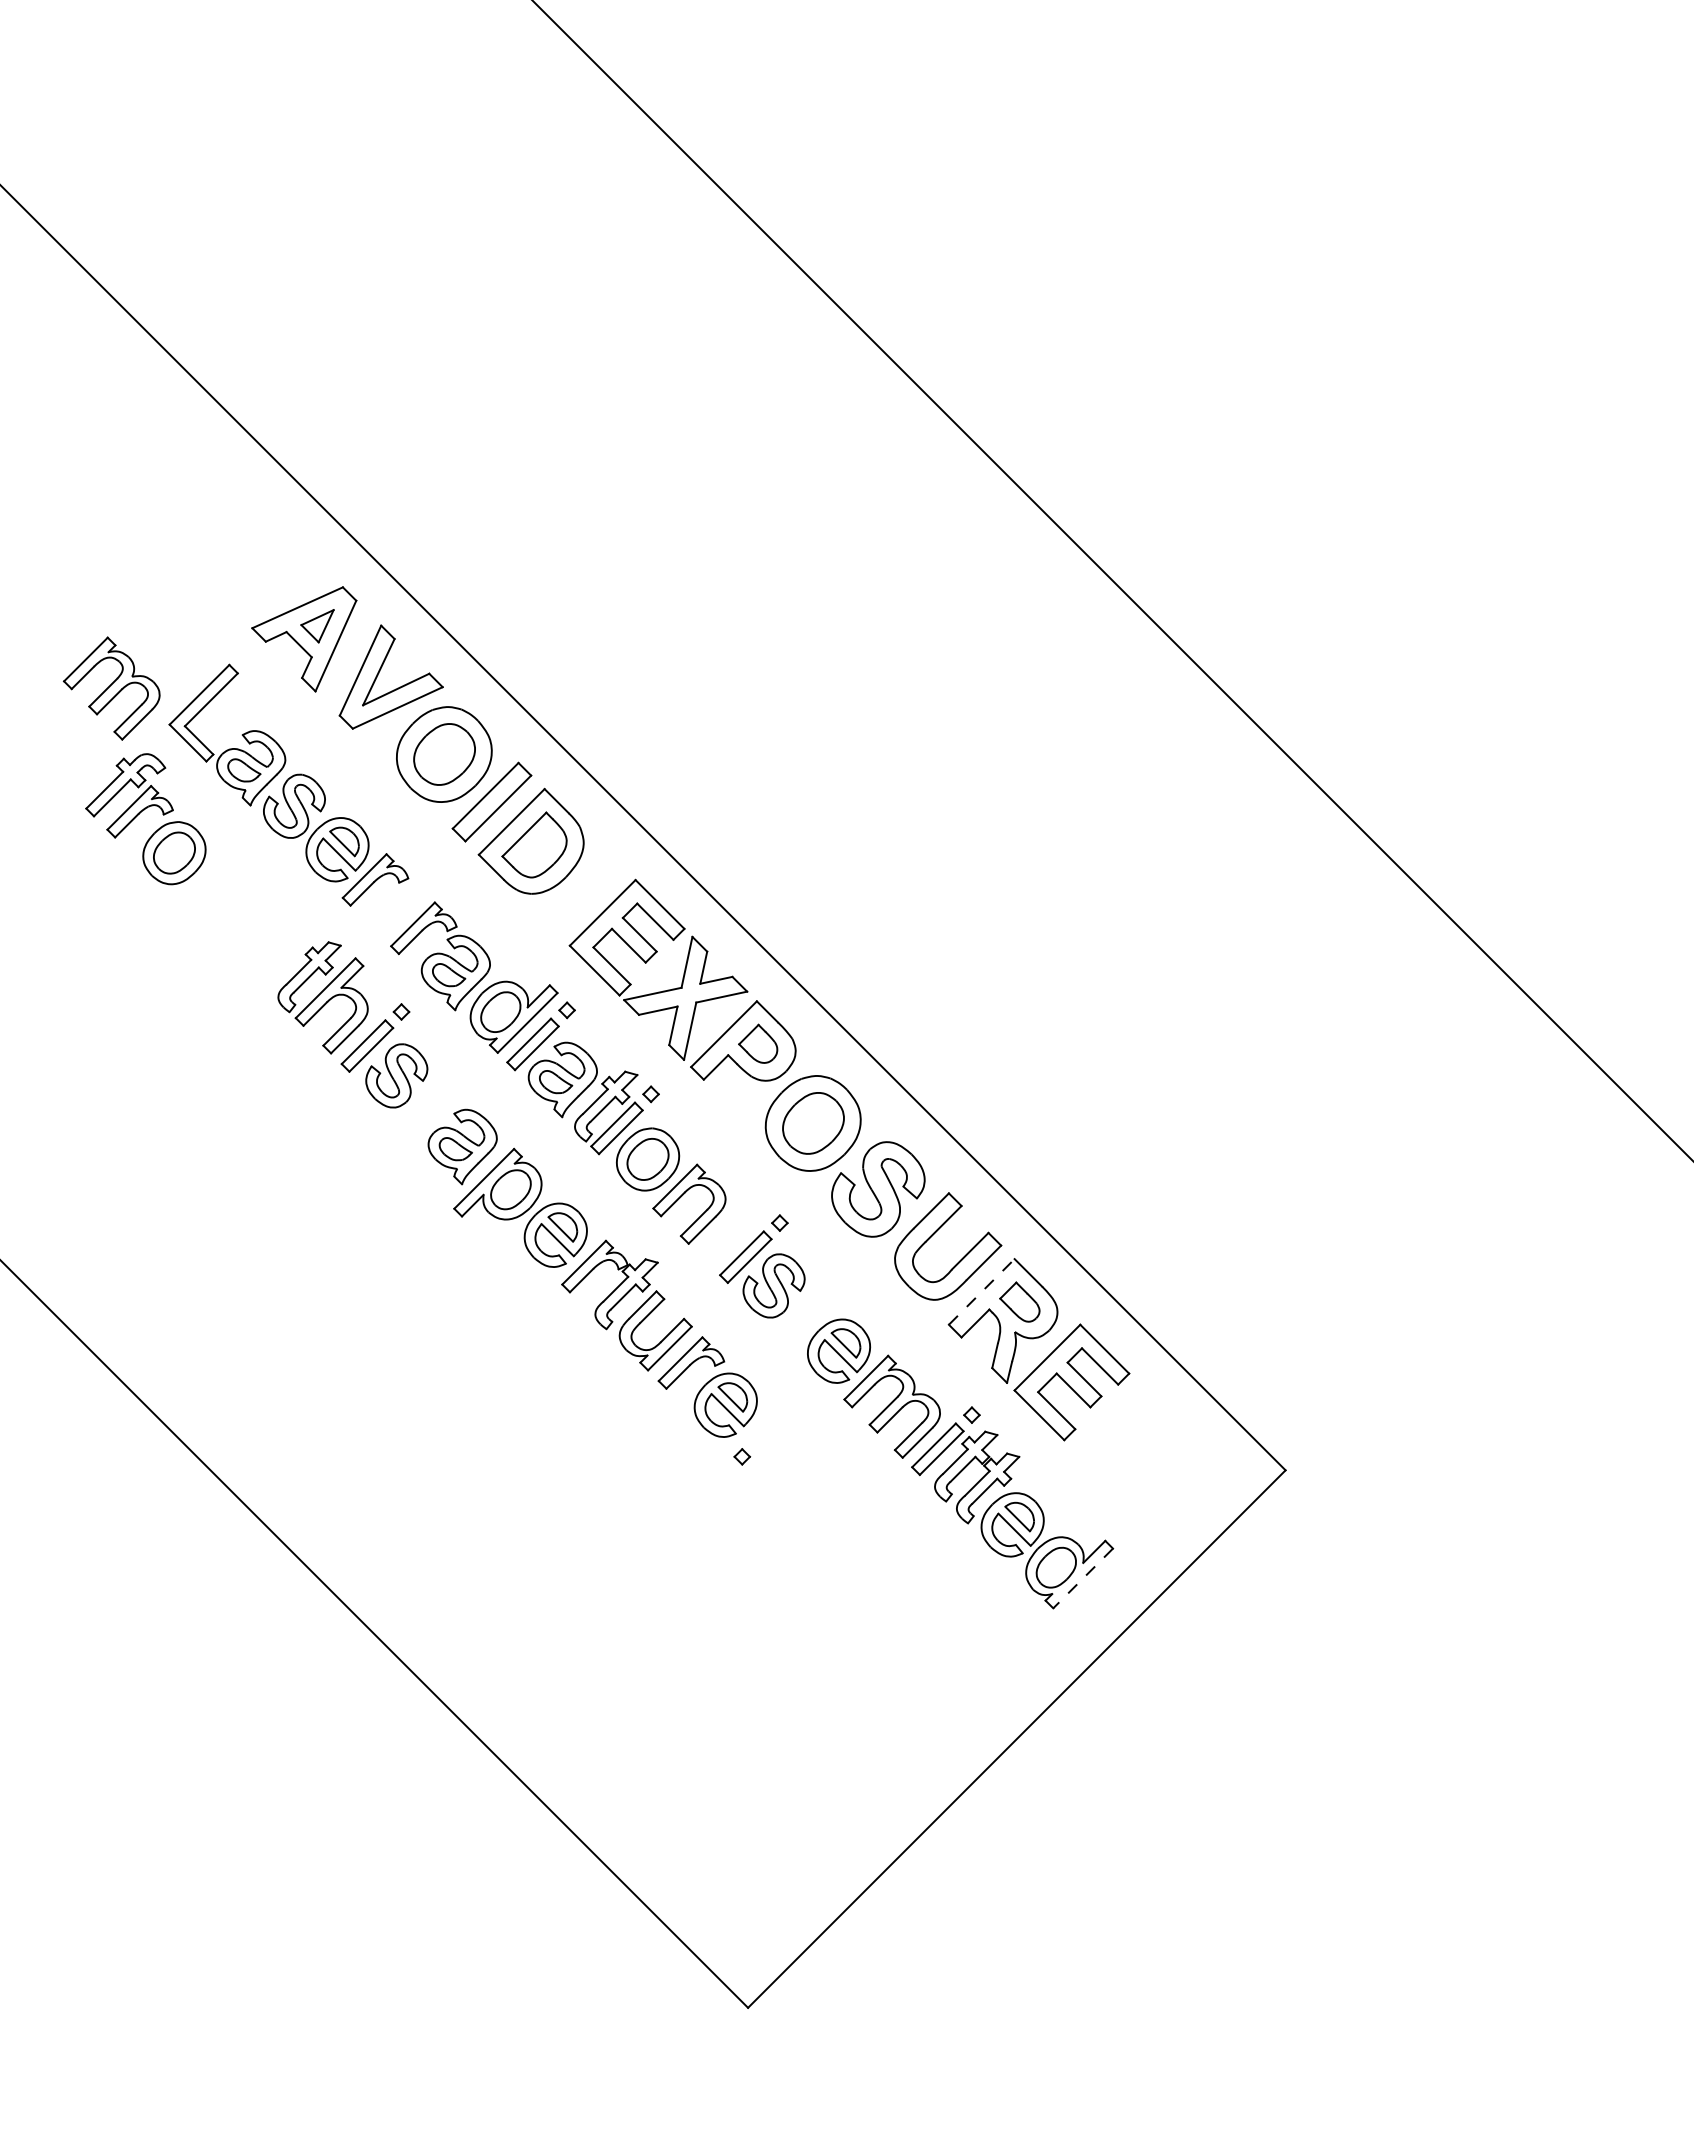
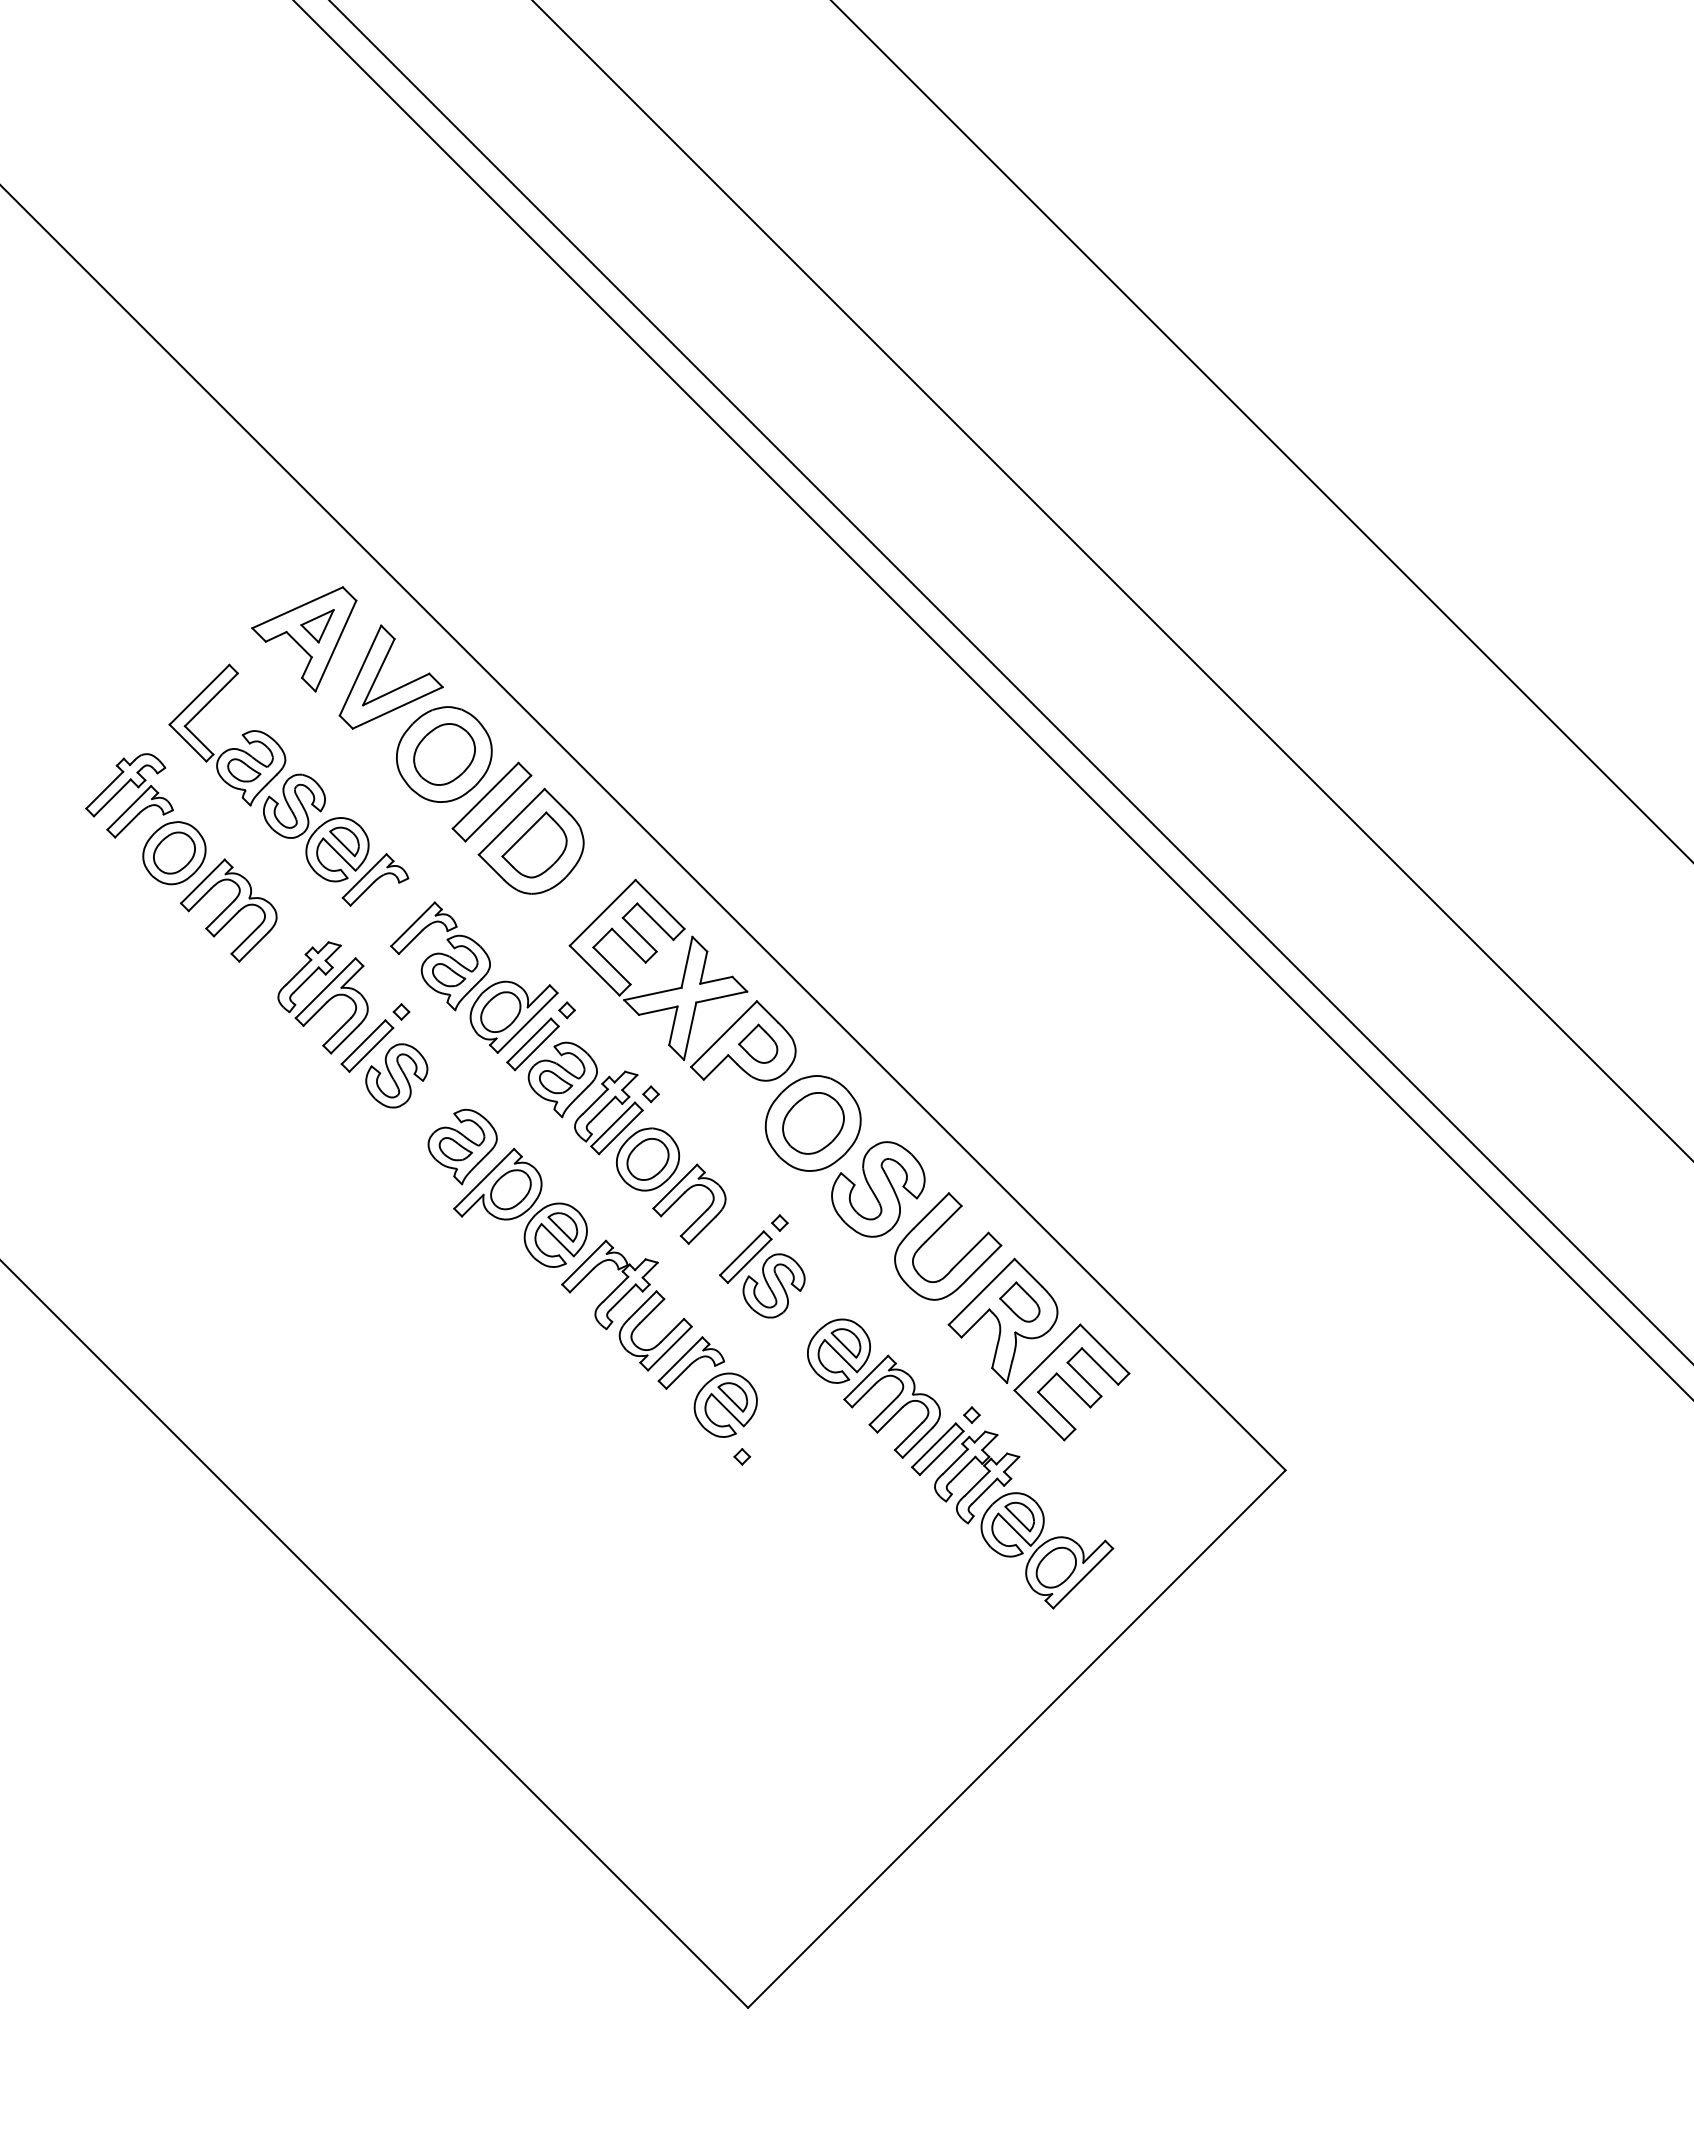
line at (1261, 430): none -> present
line at (1010, 681): none -> present
part at (111, 688) position: (111, 688) -> (228, 910)
line at (992, 699): none -> present
line at (982, 1291): dashed -> solid
line at (1082, 1578): dashed -> solid
